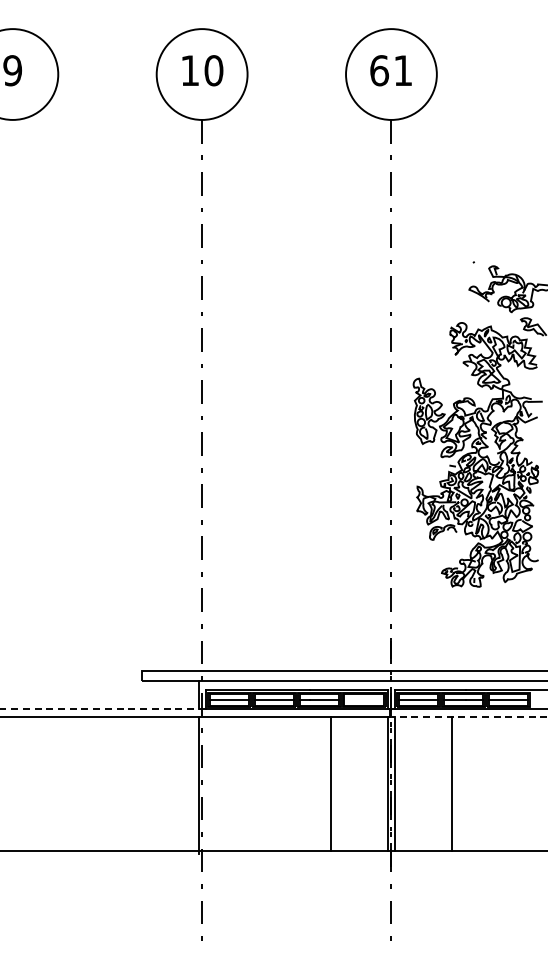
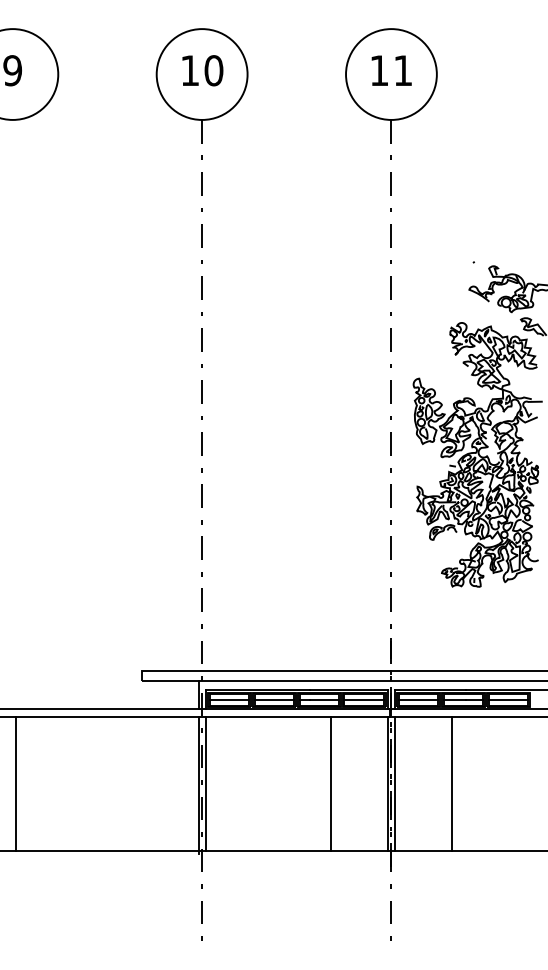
text at (379, 70): 61 -> 11
line at (364, 699): none -> present
line at (102, 709): dashed -> solid
line at (467, 716): dashed -> solid
line at (16, 783): none -> present
line at (205, 783): none -> present
